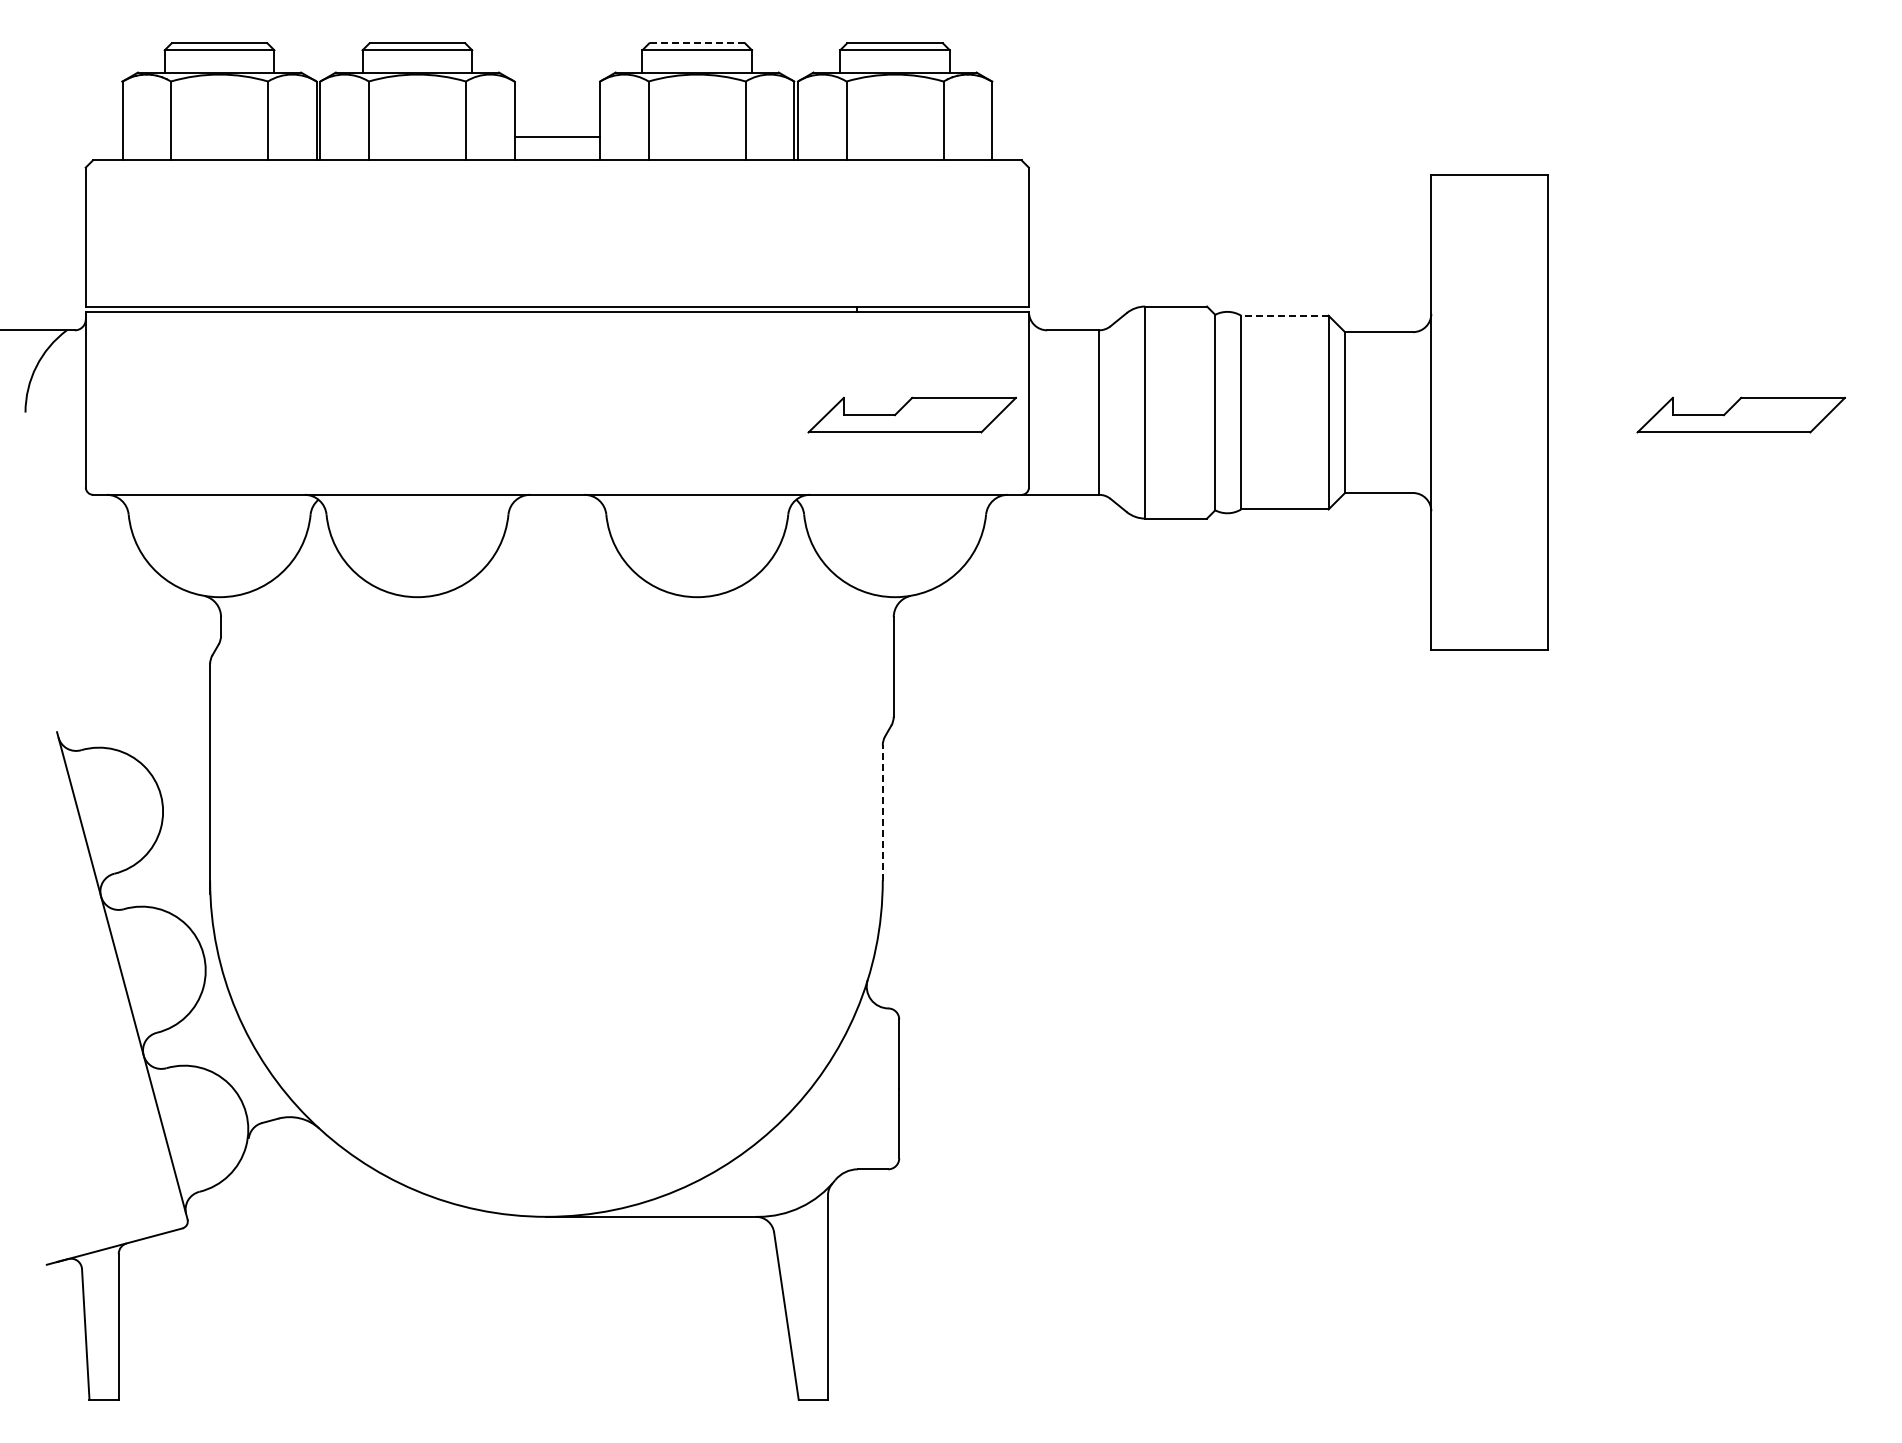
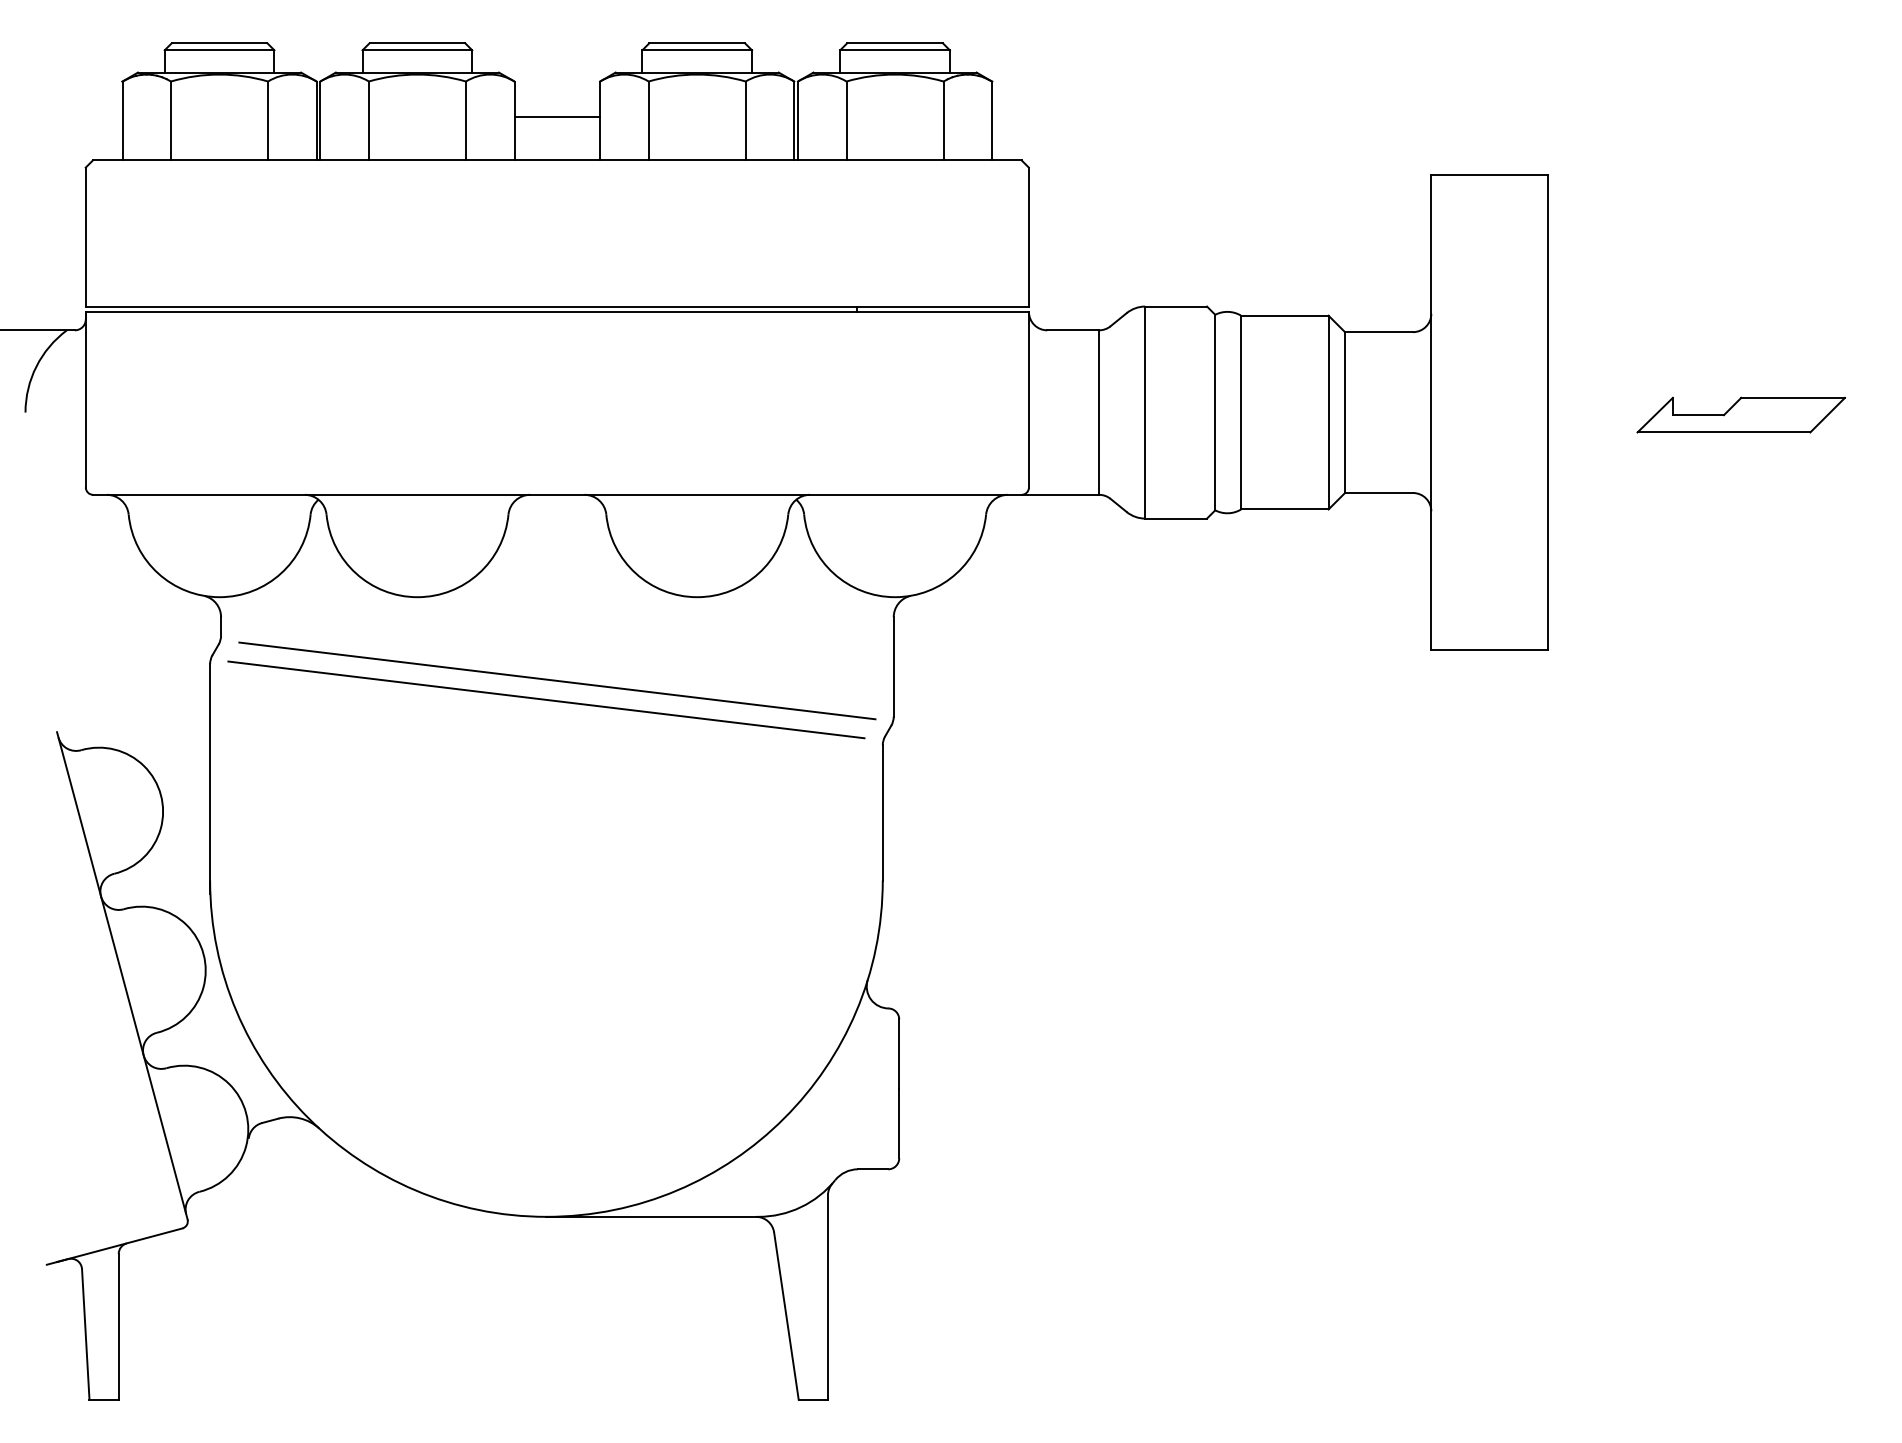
line at (697, 43): dashed -> solid
line at (557, 137) position: (557, 137) -> (557, 117)
line at (1284, 315): dashed -> solid
part at (911, 414): present -> none
line at (557, 680): none -> present
line at (546, 699): none -> present
line at (882, 812): dashed -> solid
